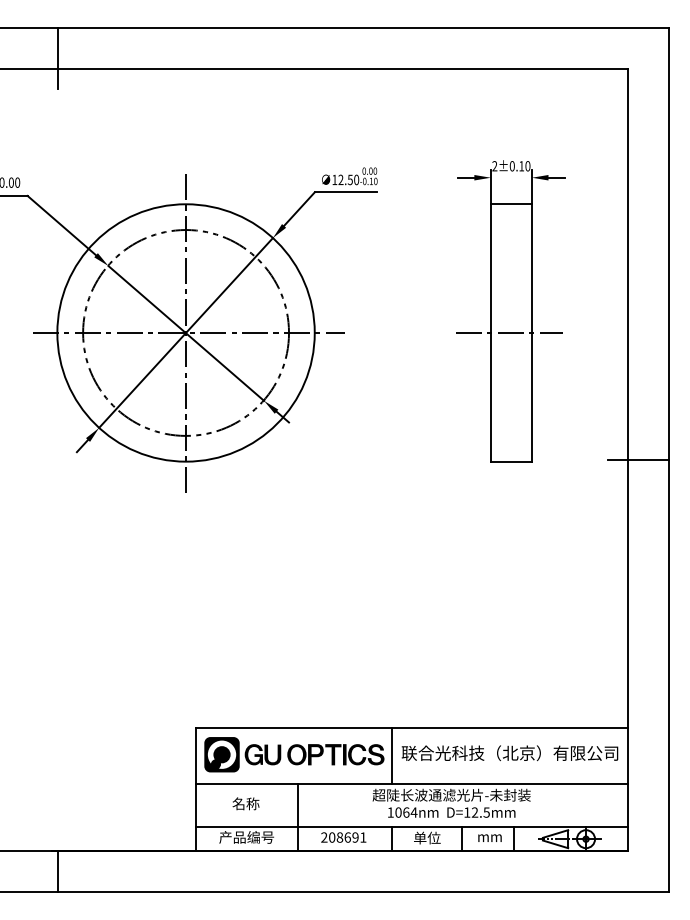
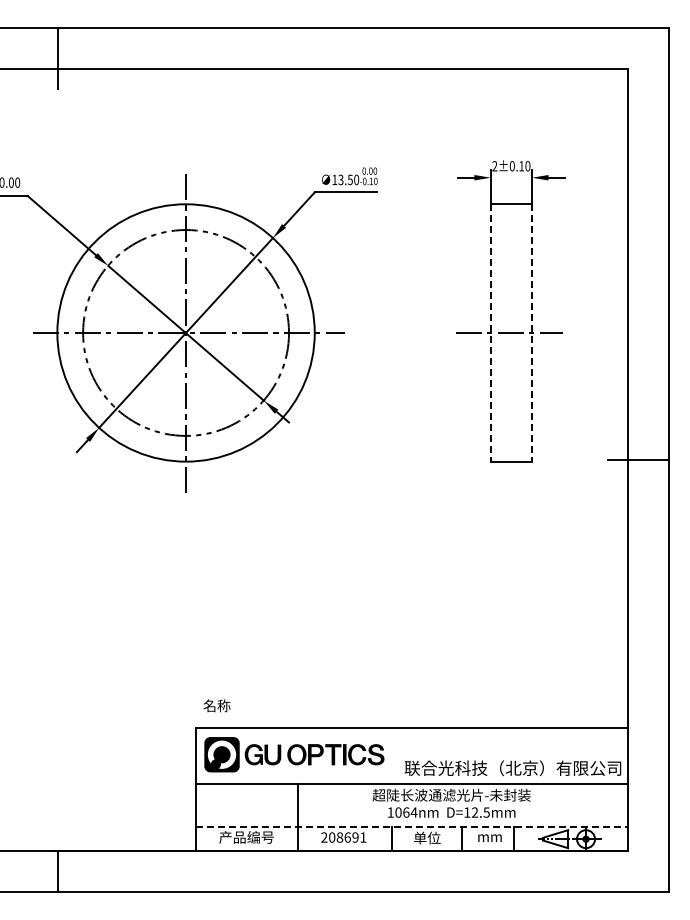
text at (340, 180): 12.50 -> 13.50
line at (490, 332): solid -> dashed
line at (532, 332): solid -> dashed
text at (509, 753) position: (509, 753) -> (512, 768)
line at (391, 755): present -> none
text at (245, 803) position: (245, 803) -> (216, 705)
line at (412, 827): solid -> dashed
